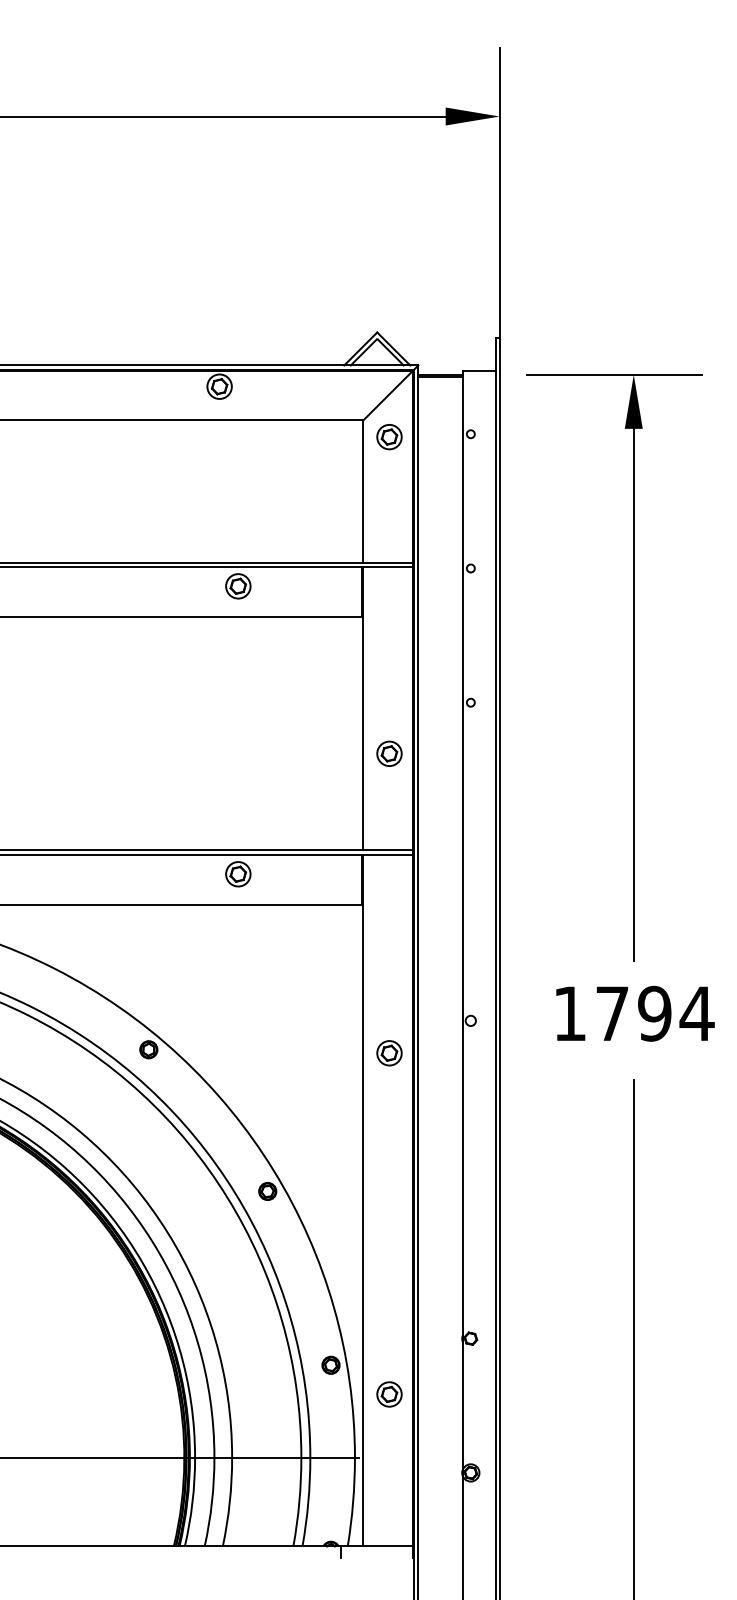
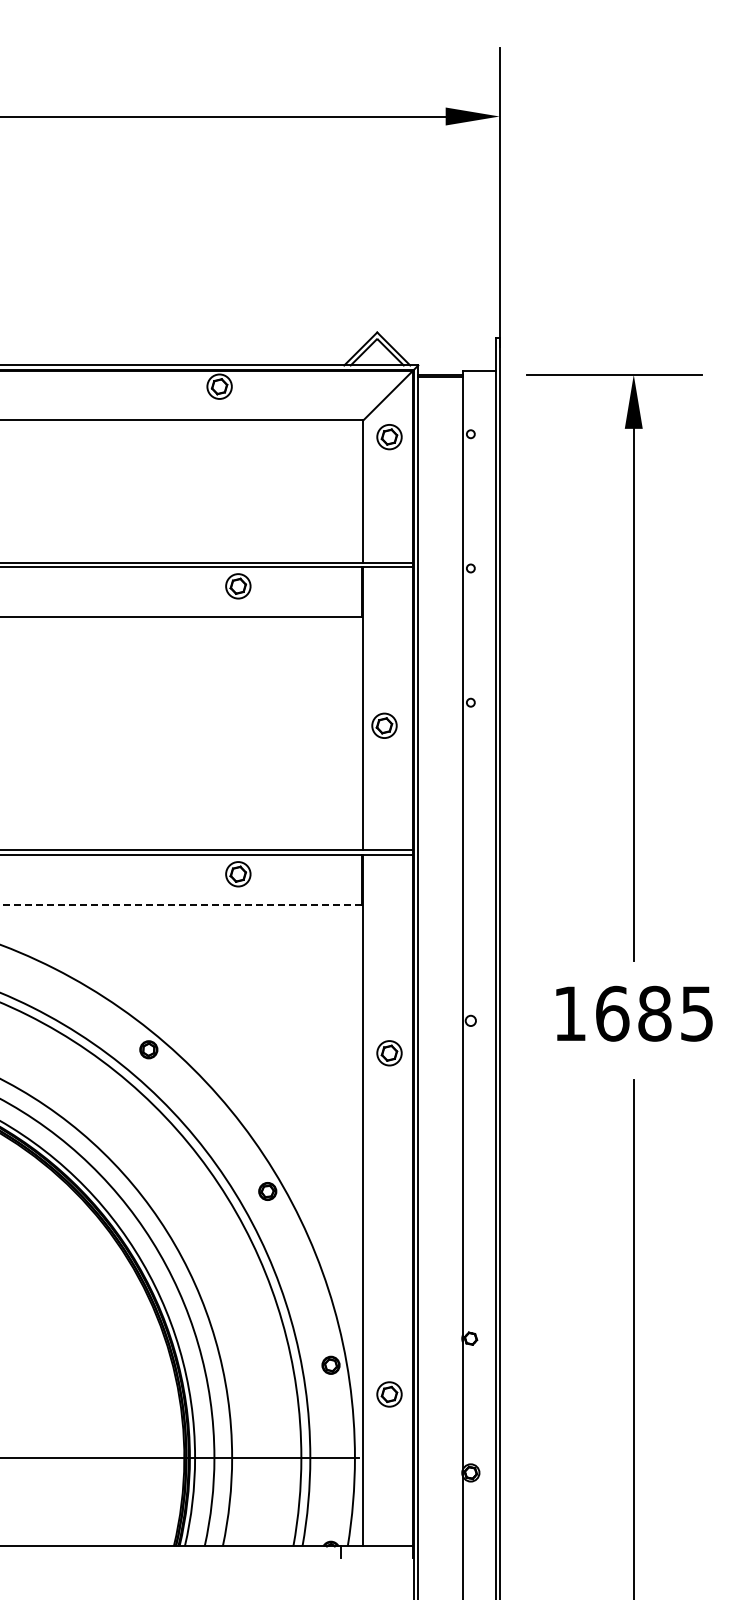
part at (389, 753) position: (389, 753) -> (384, 725)
line at (181, 905): solid -> dashed
text at (655, 1013): 1794 -> 1685
